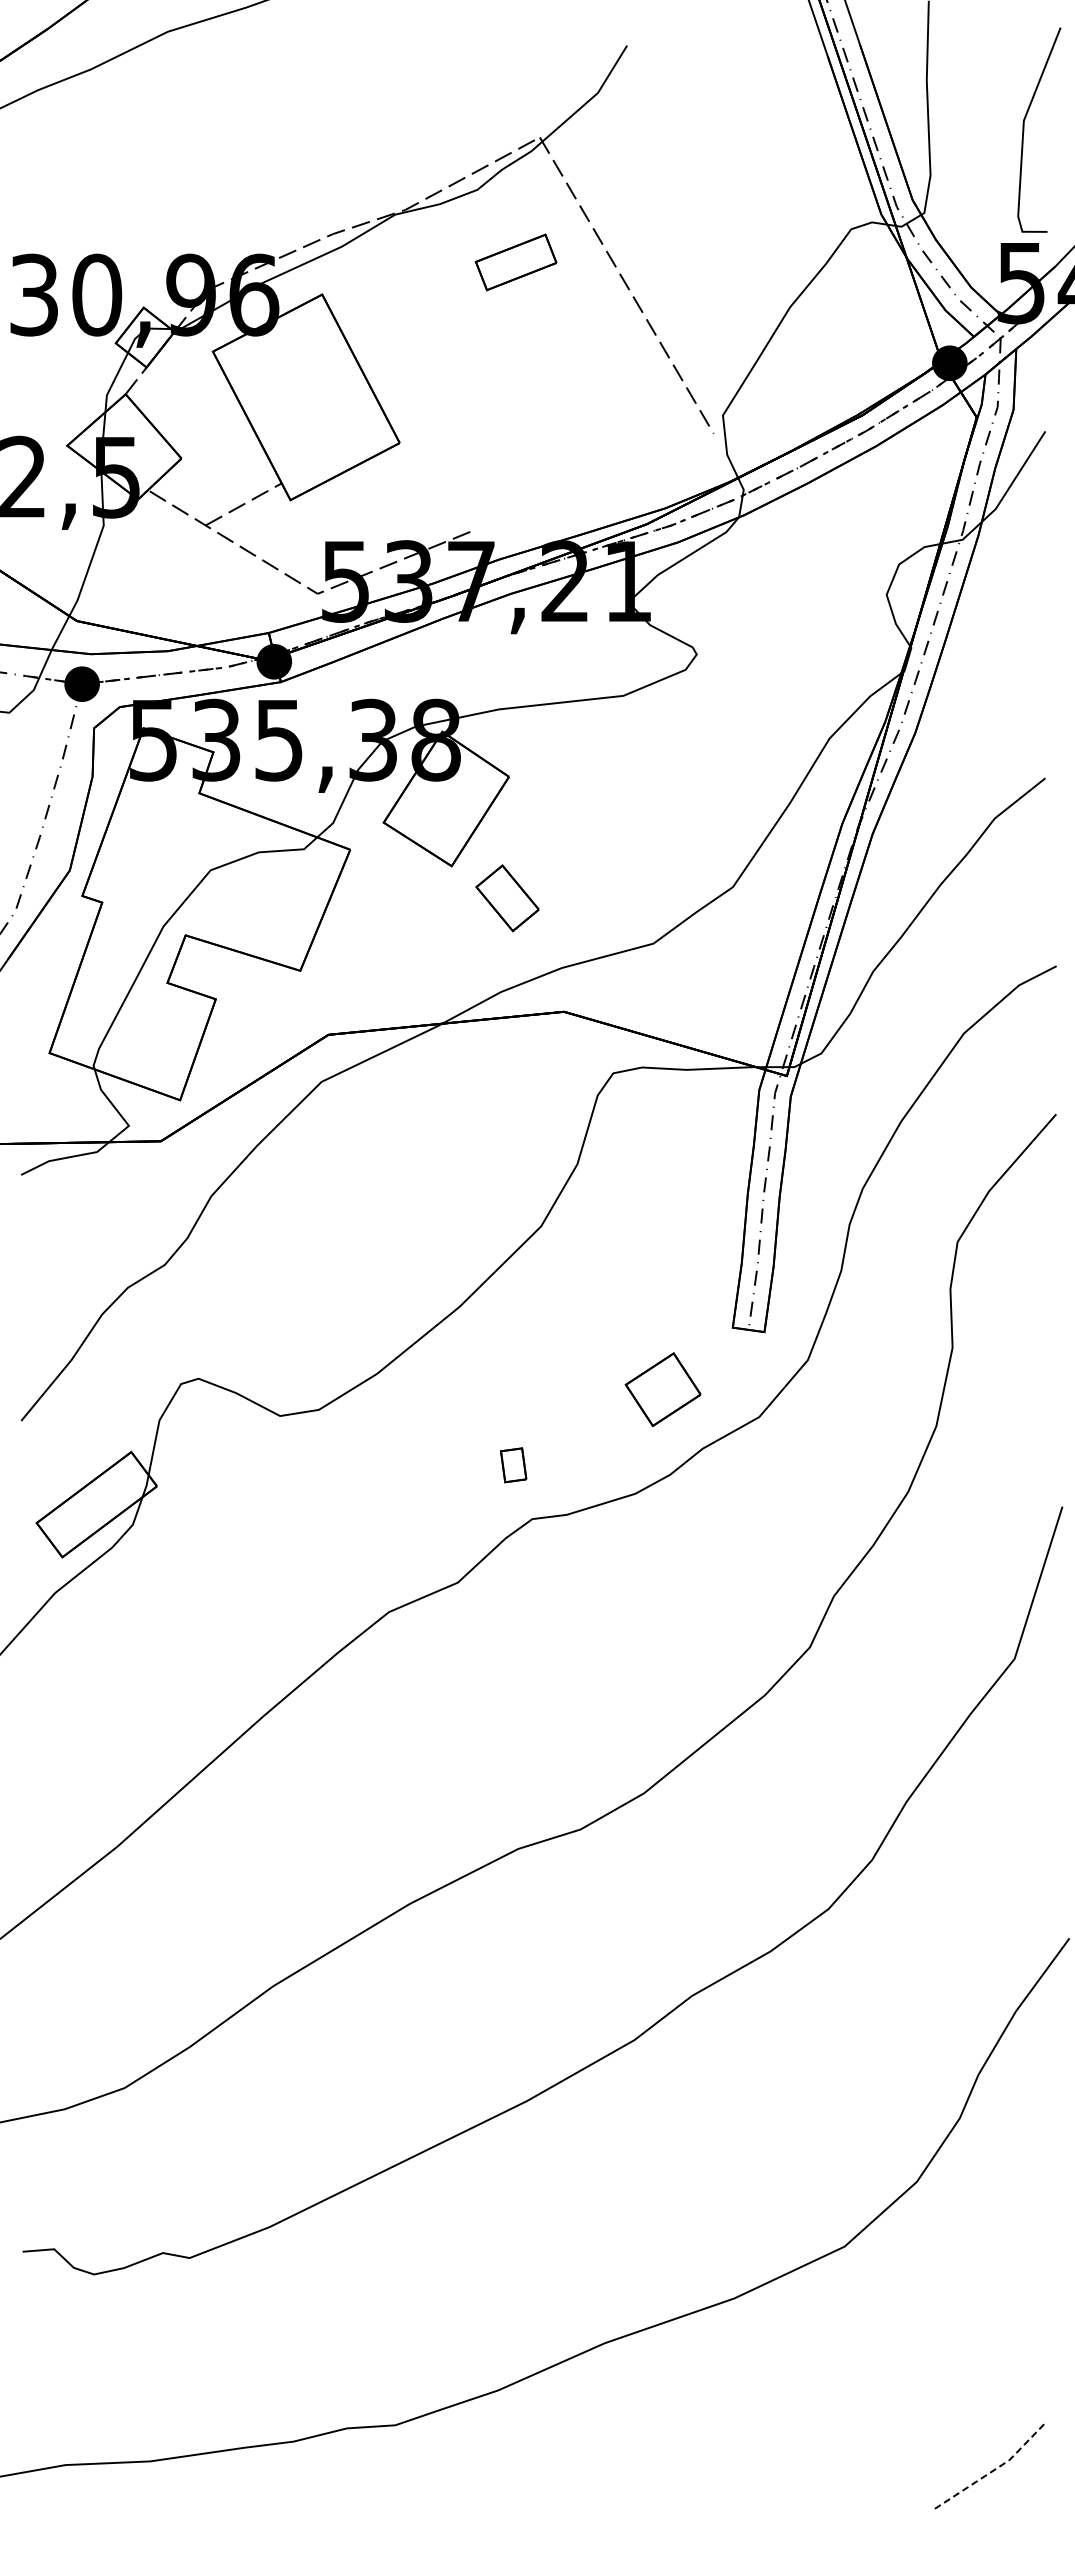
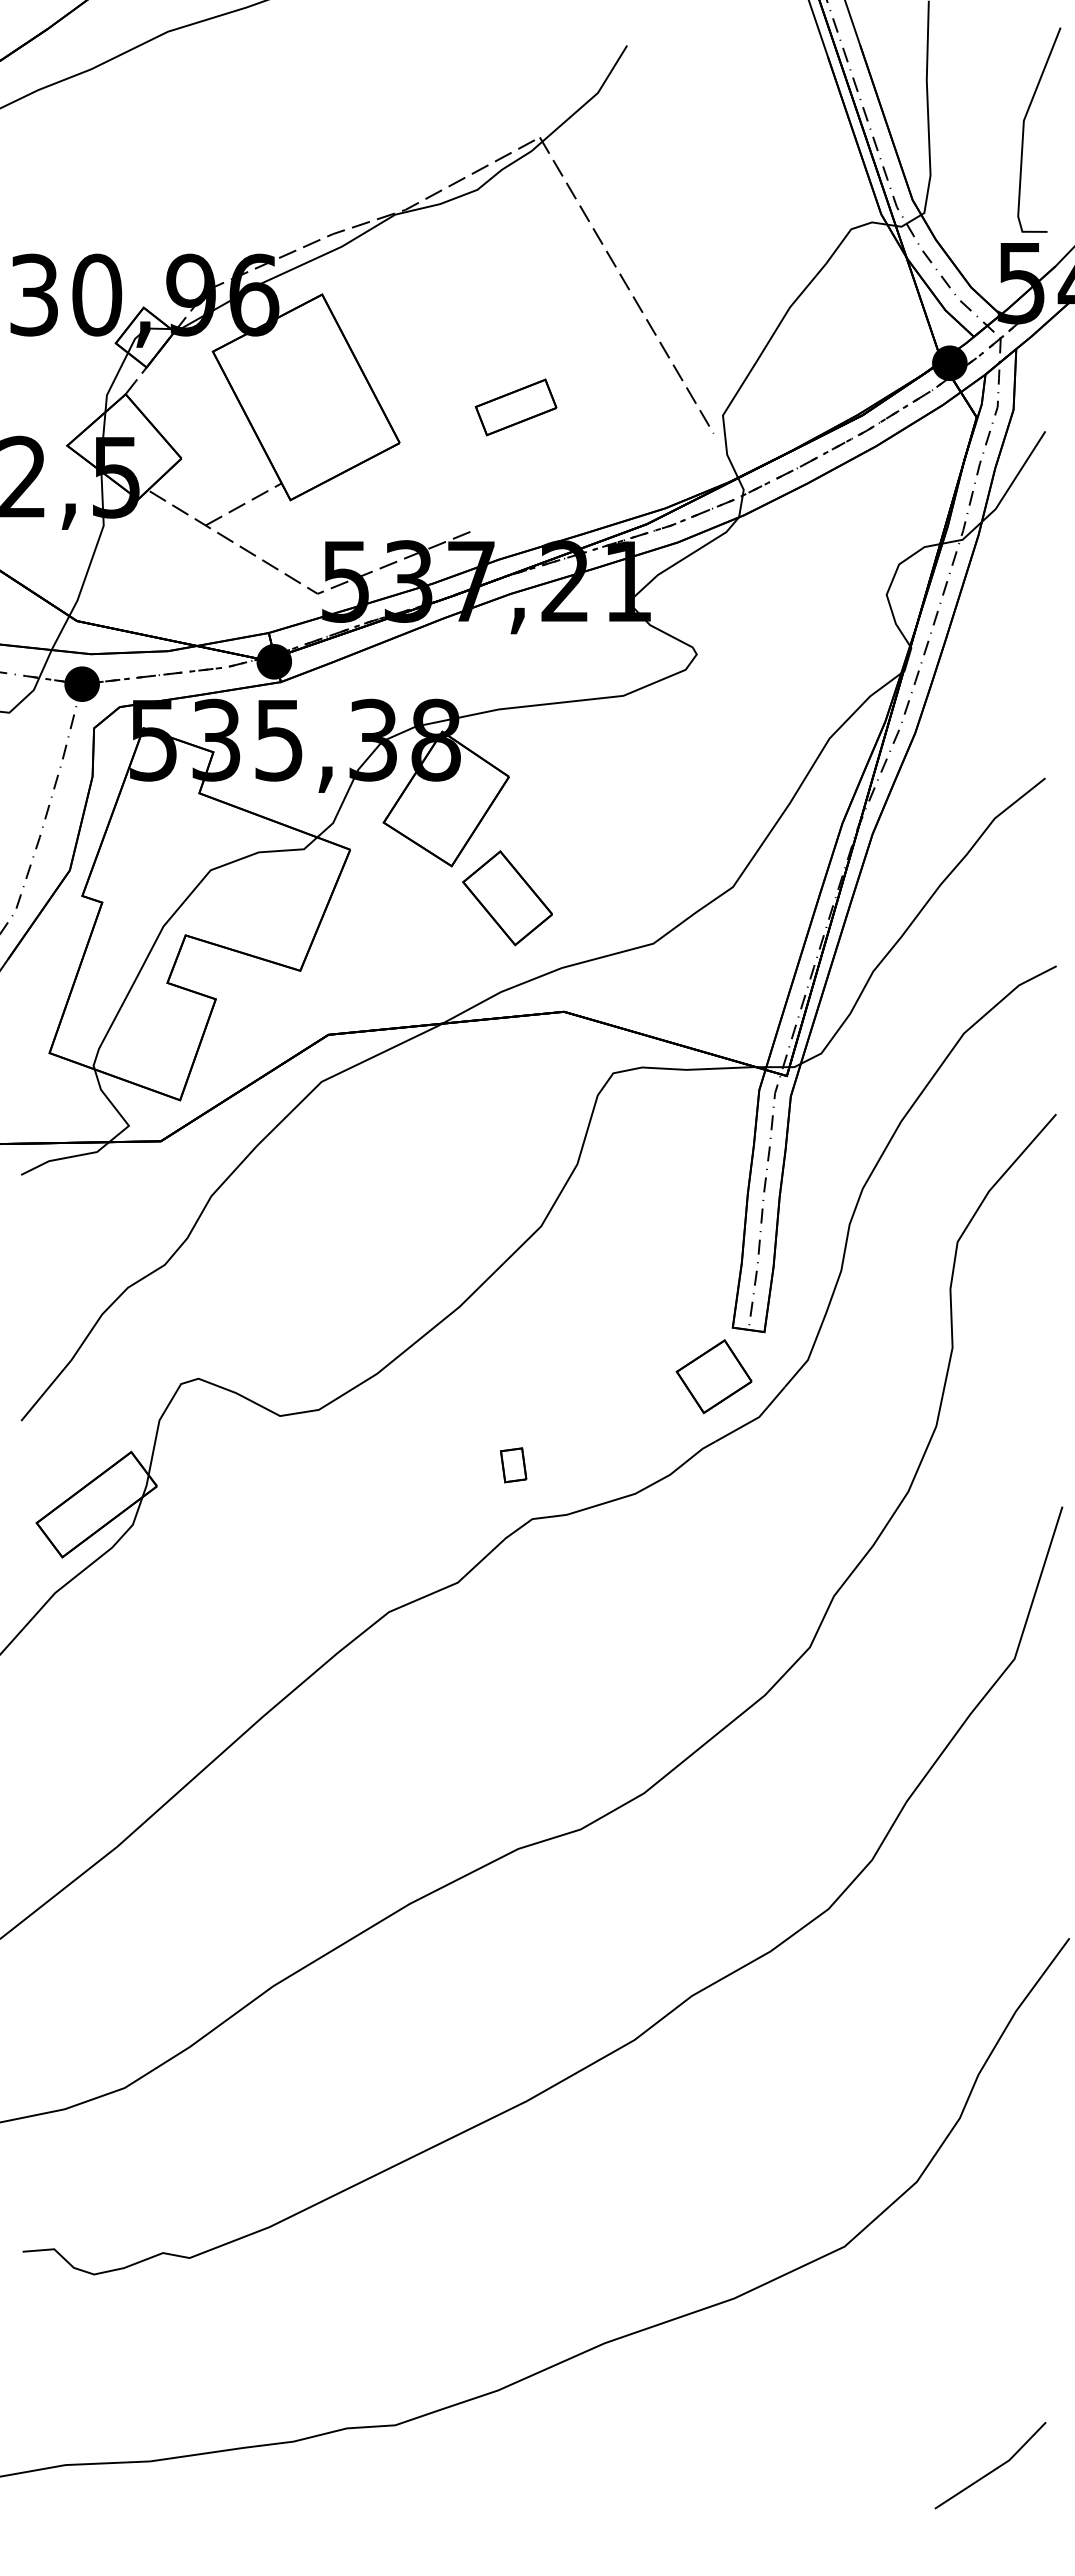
part at (515, 262) position: (515, 262) -> (515, 407)
part at (507, 898) size: 65x69 px -> 91x97 px
part at (662, 1389) position: (662, 1389) -> (713, 1376)
line at (995, 2469): dashed -> solid
